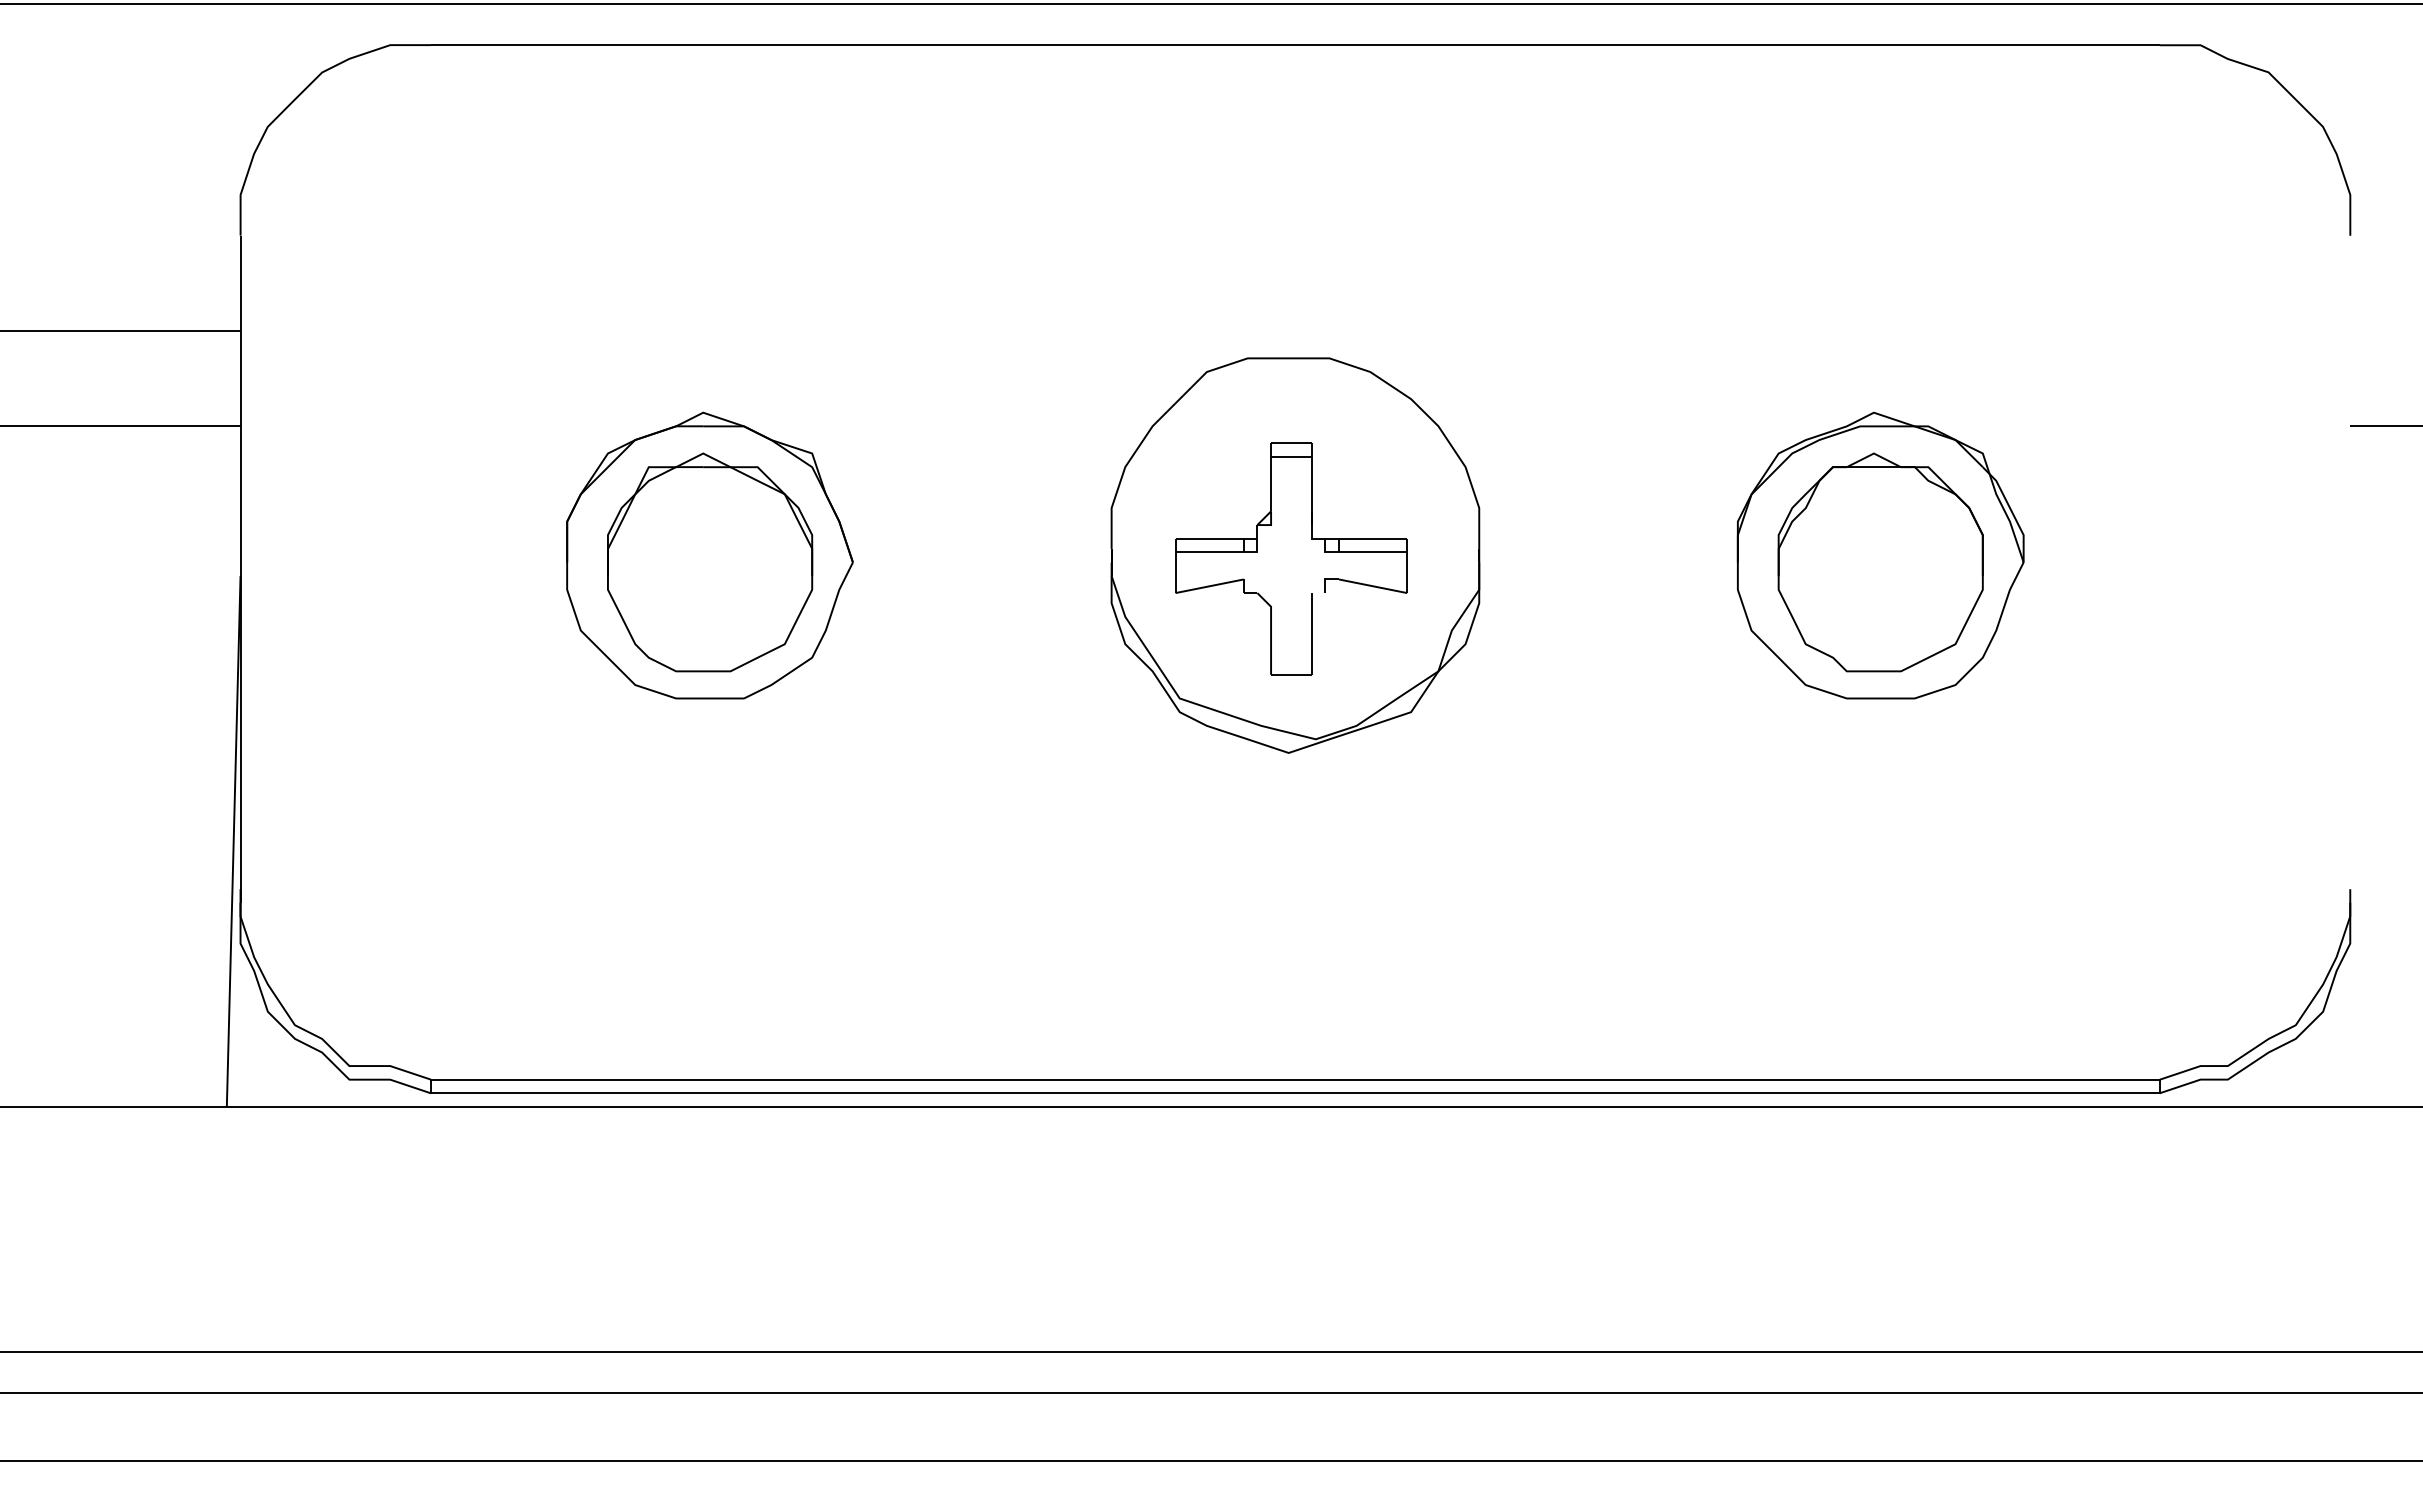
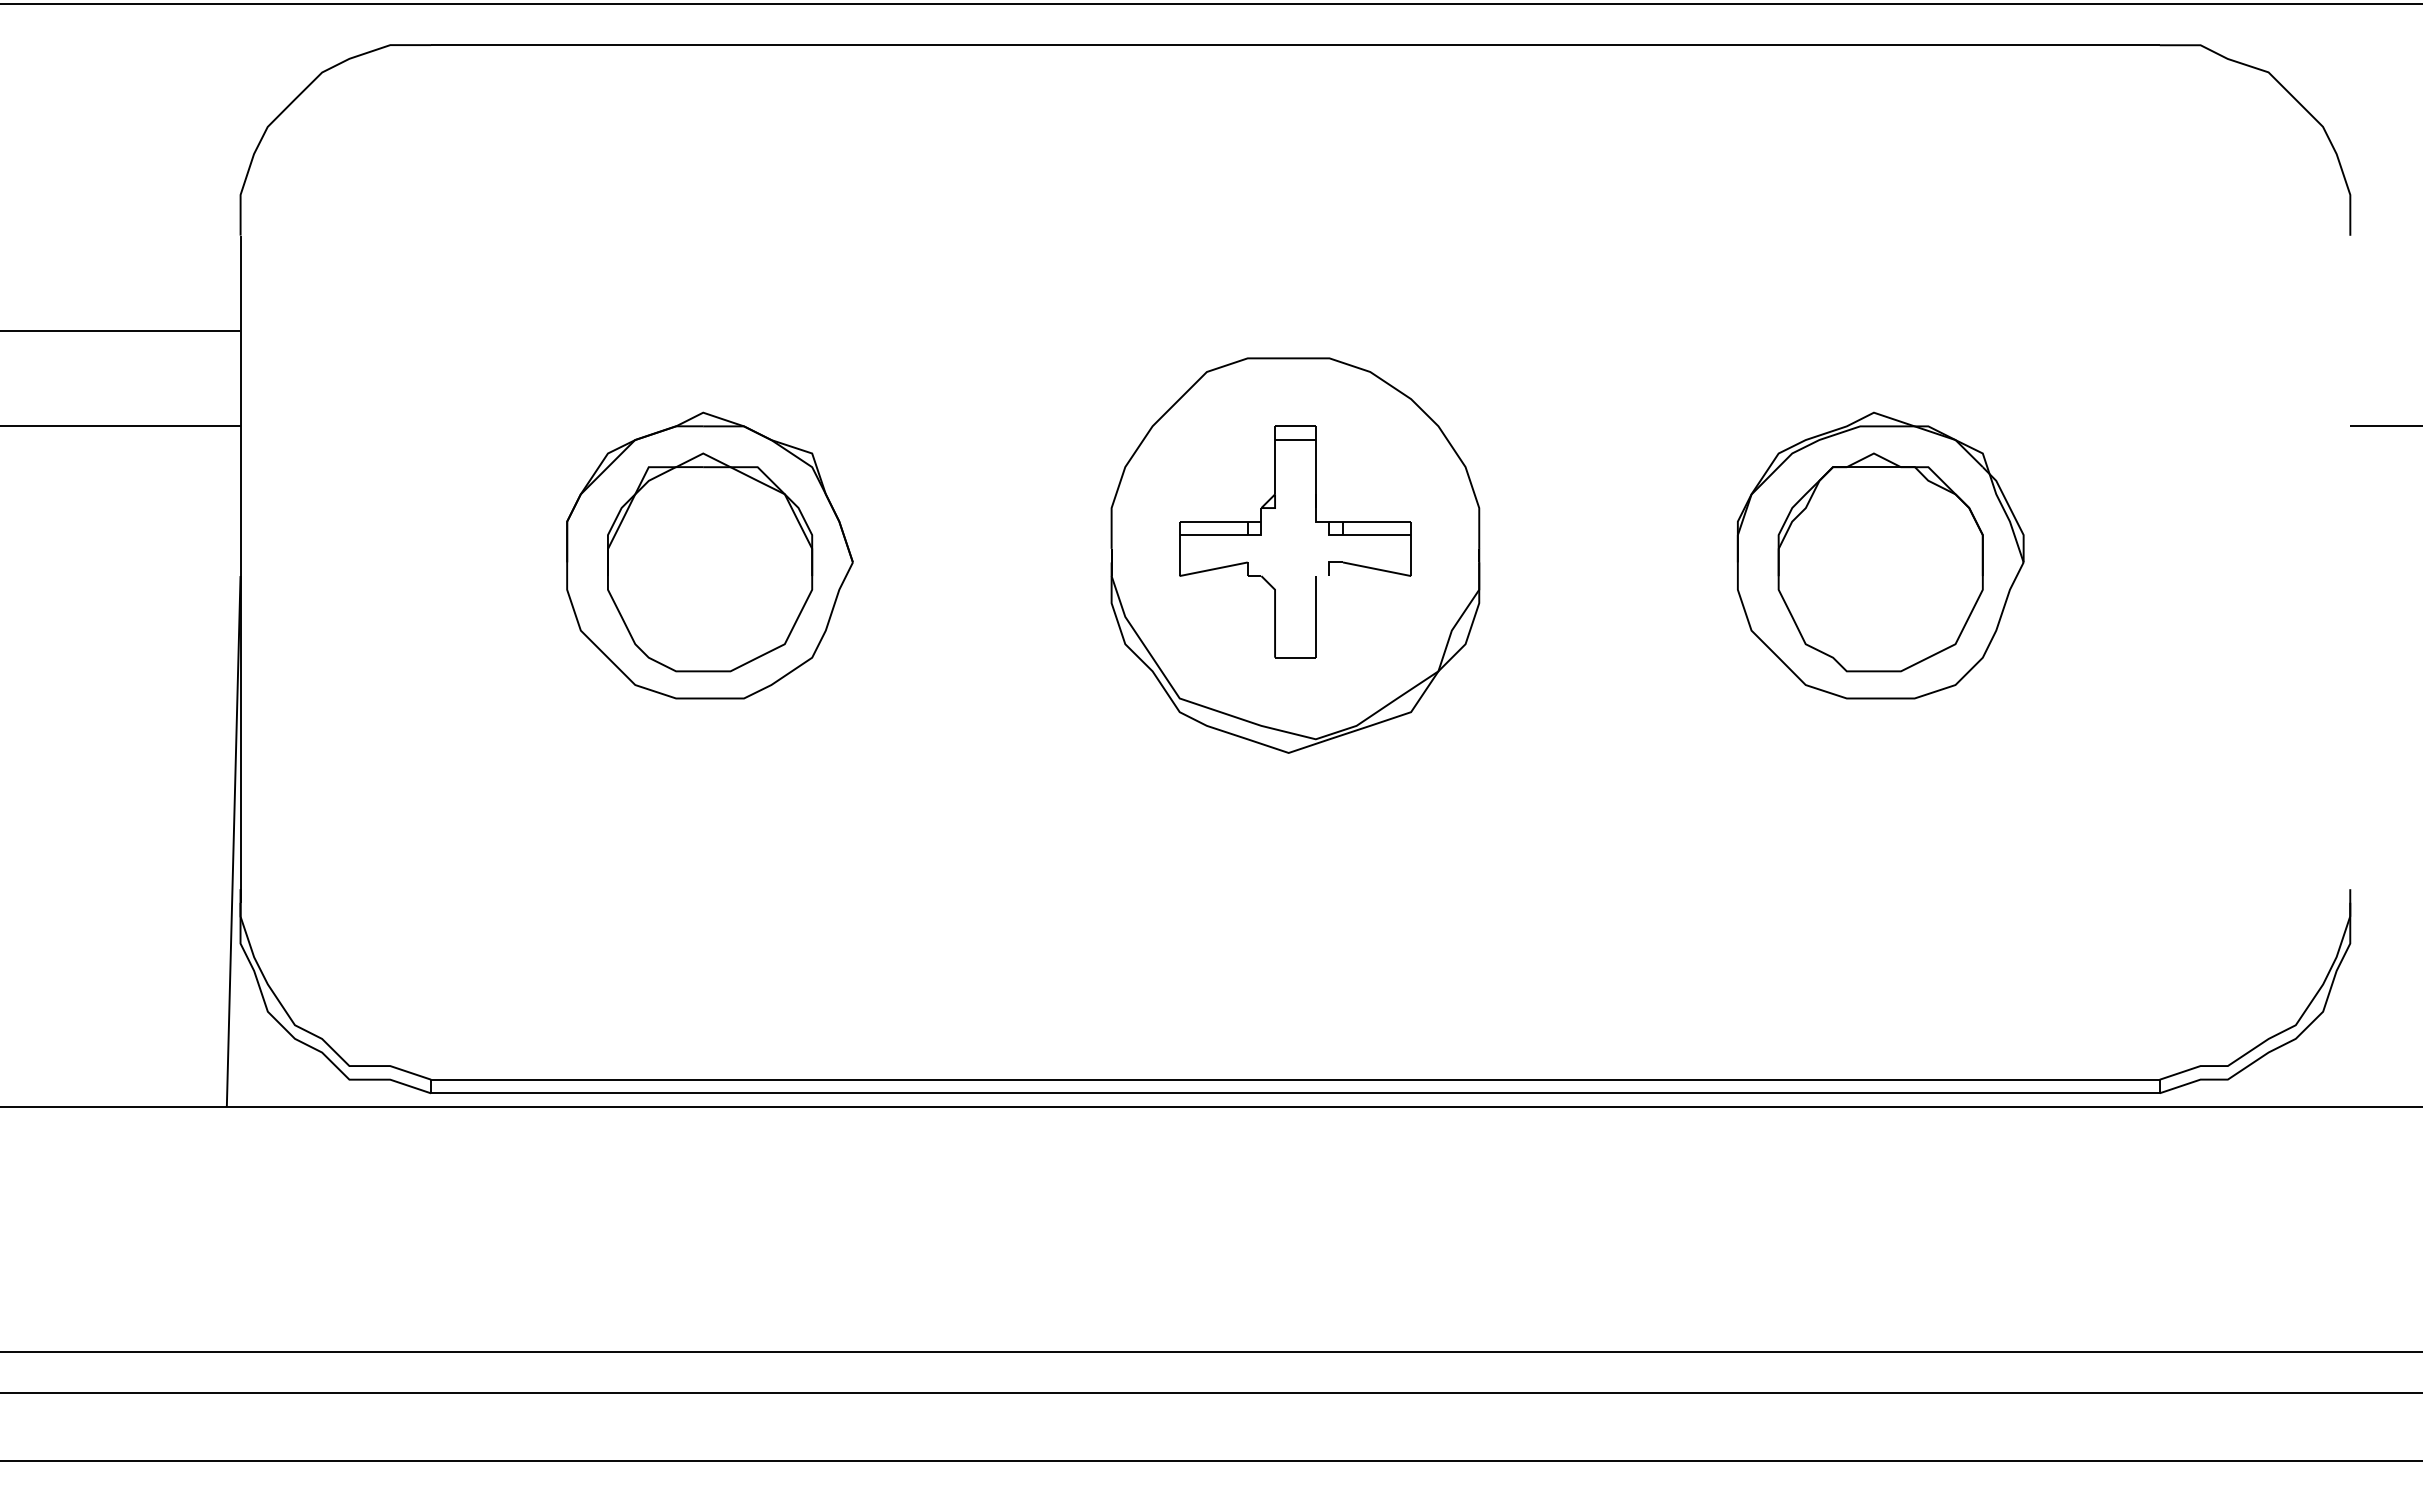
part at (1311, 539) position: (1311, 539) -> (1315, 522)
